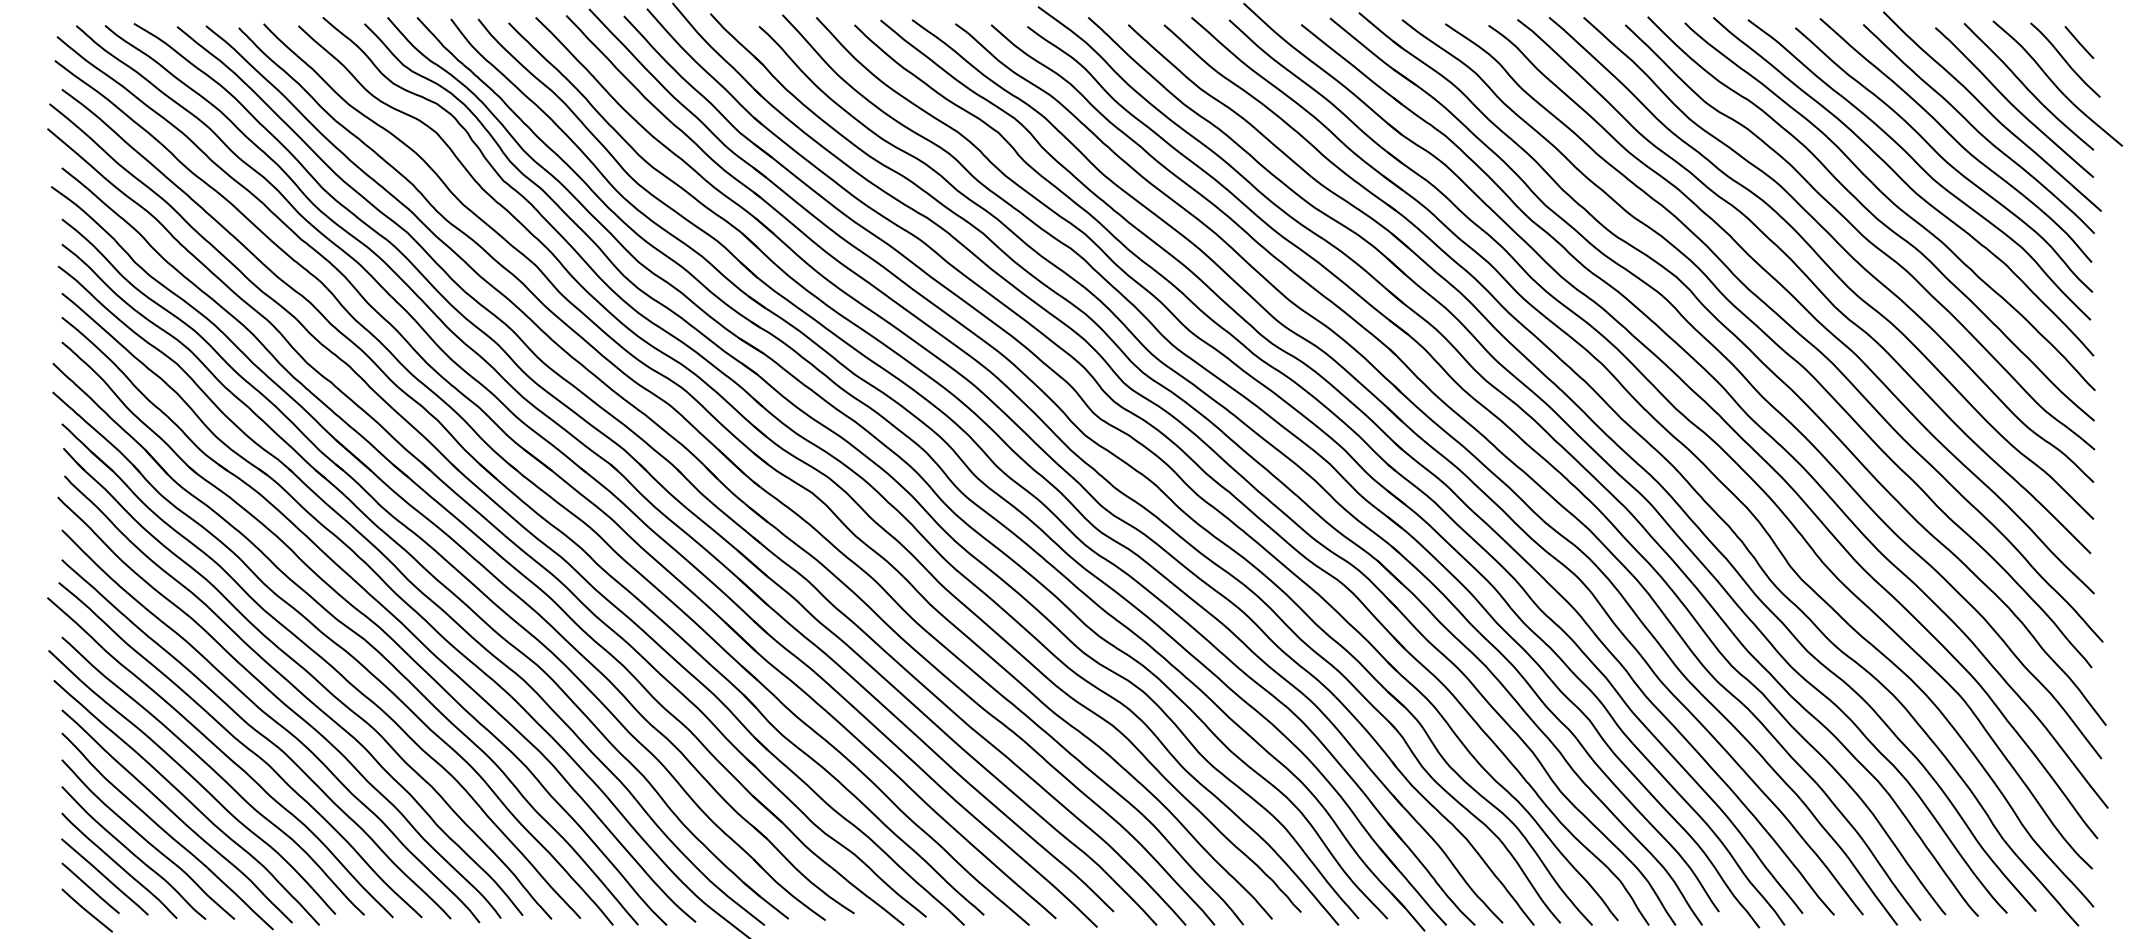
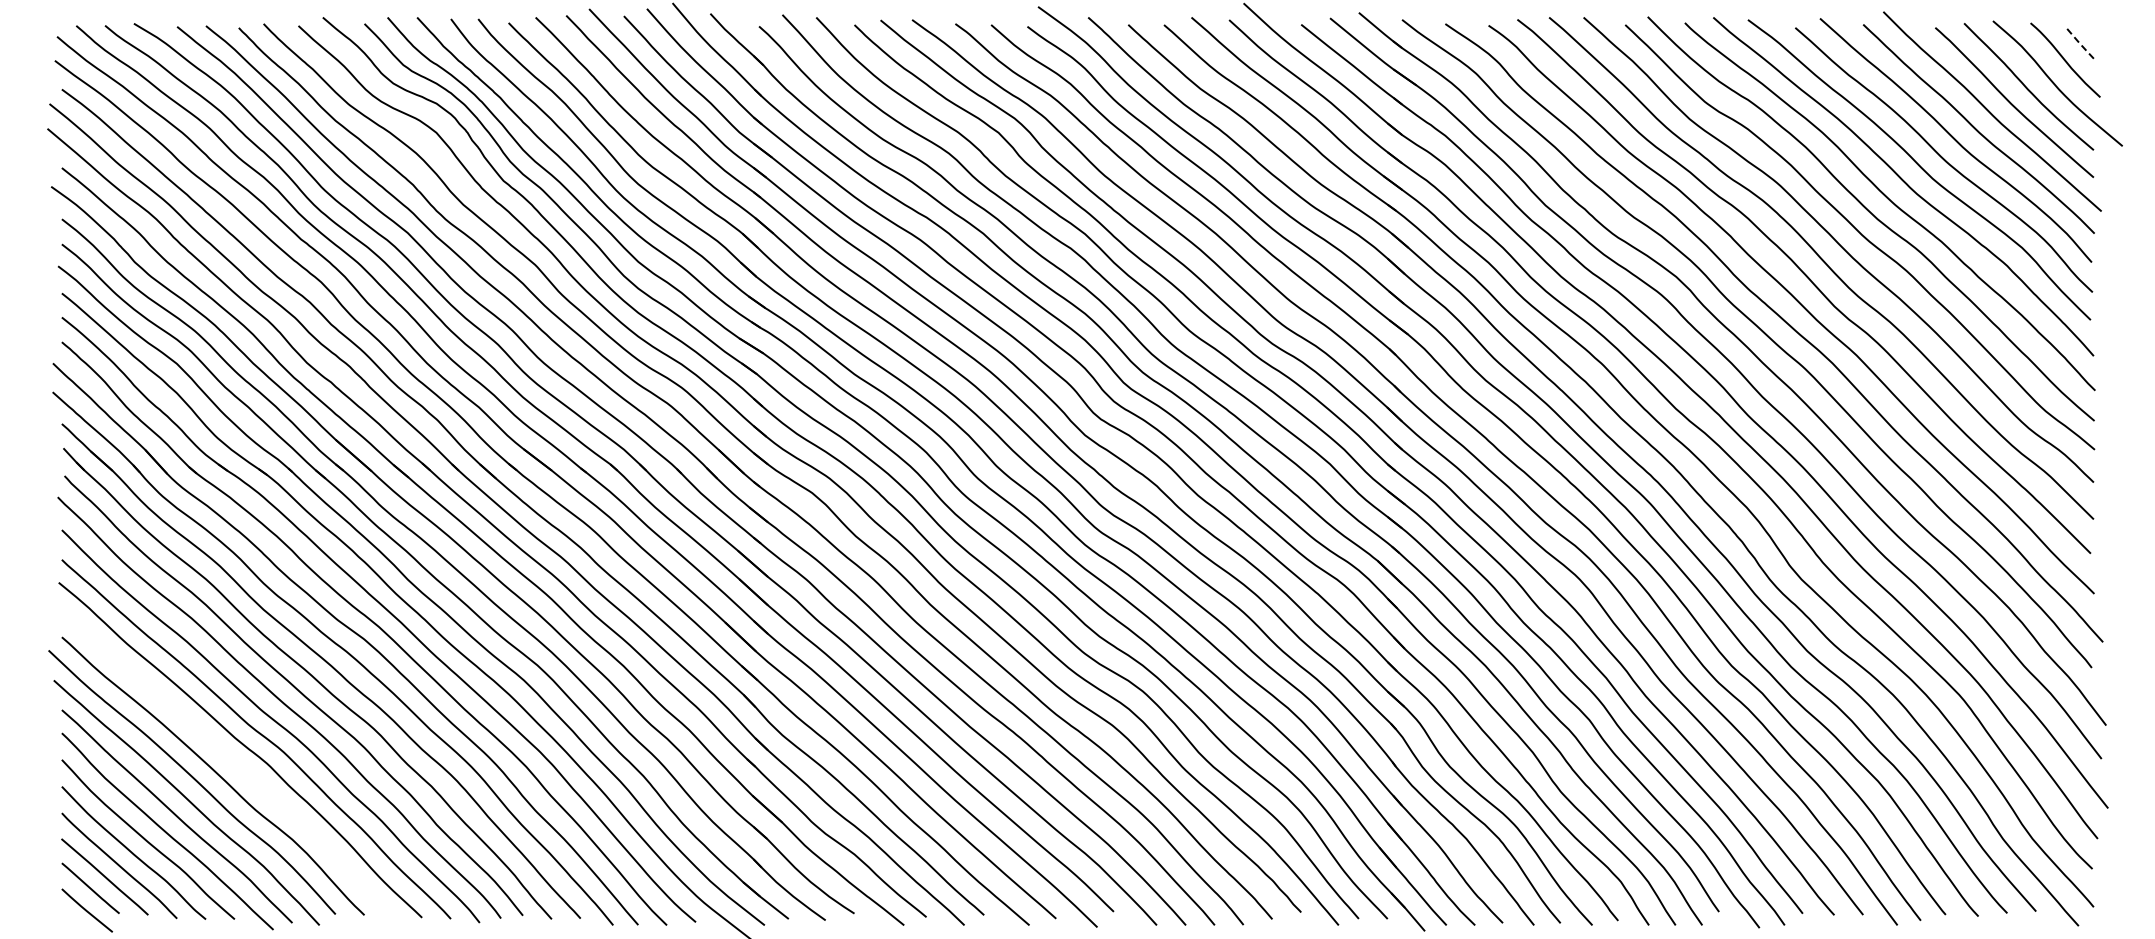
line at (2079, 43): solid -> dashed
curve at (223, 754): present -> none
